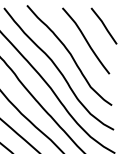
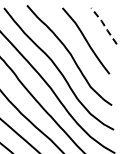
line at (104, 25): solid -> dashed
